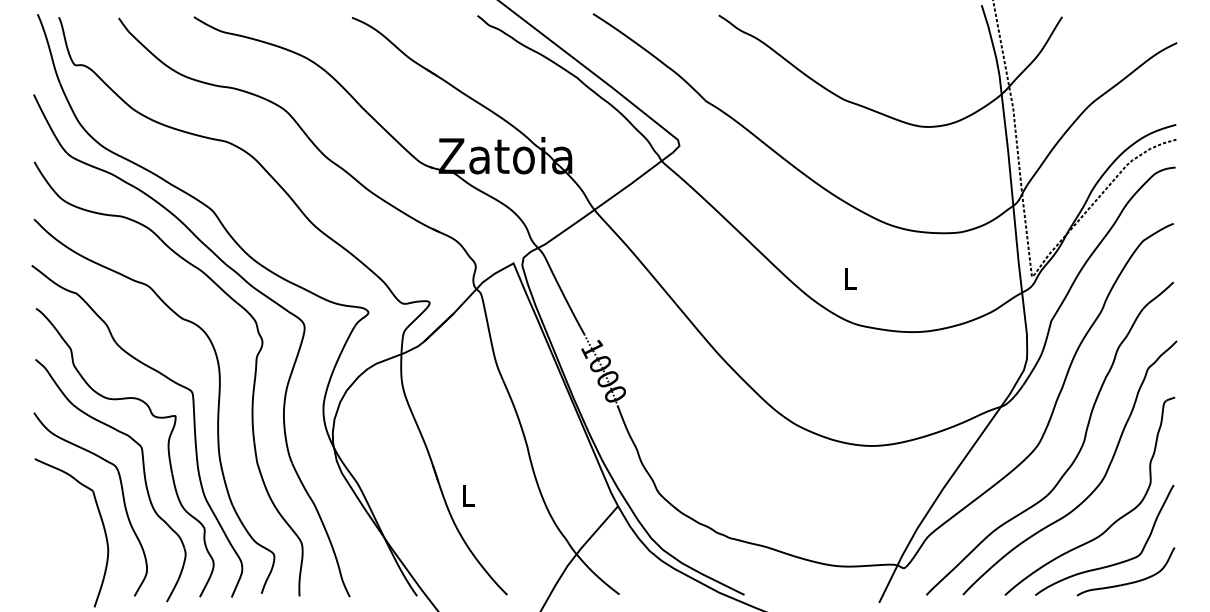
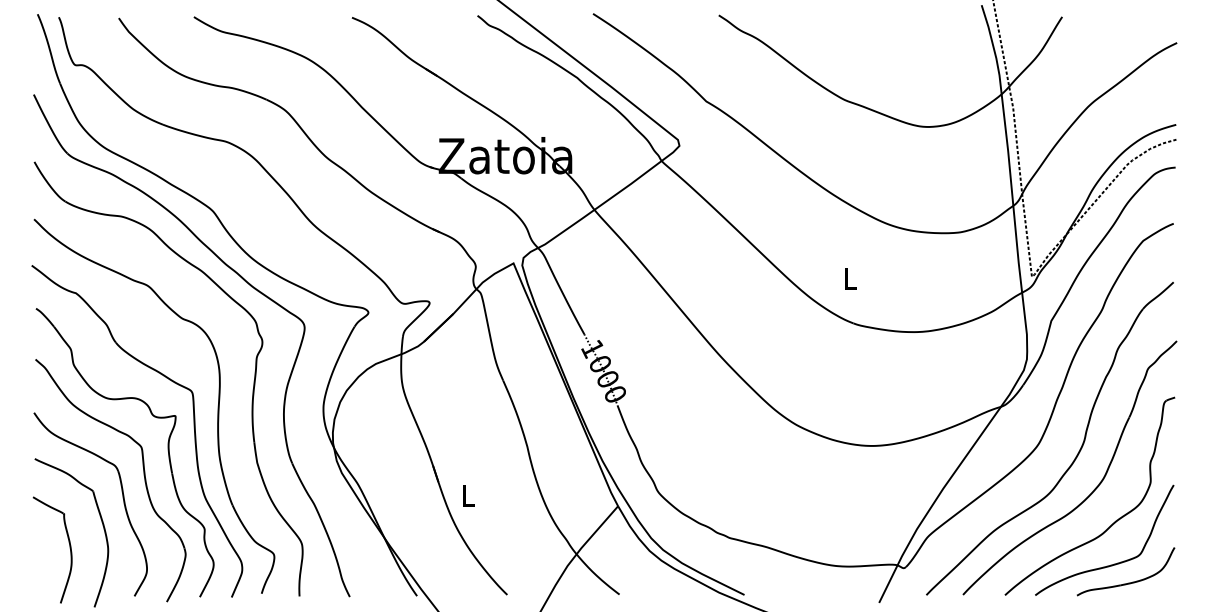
part at (69, 548): none -> present
